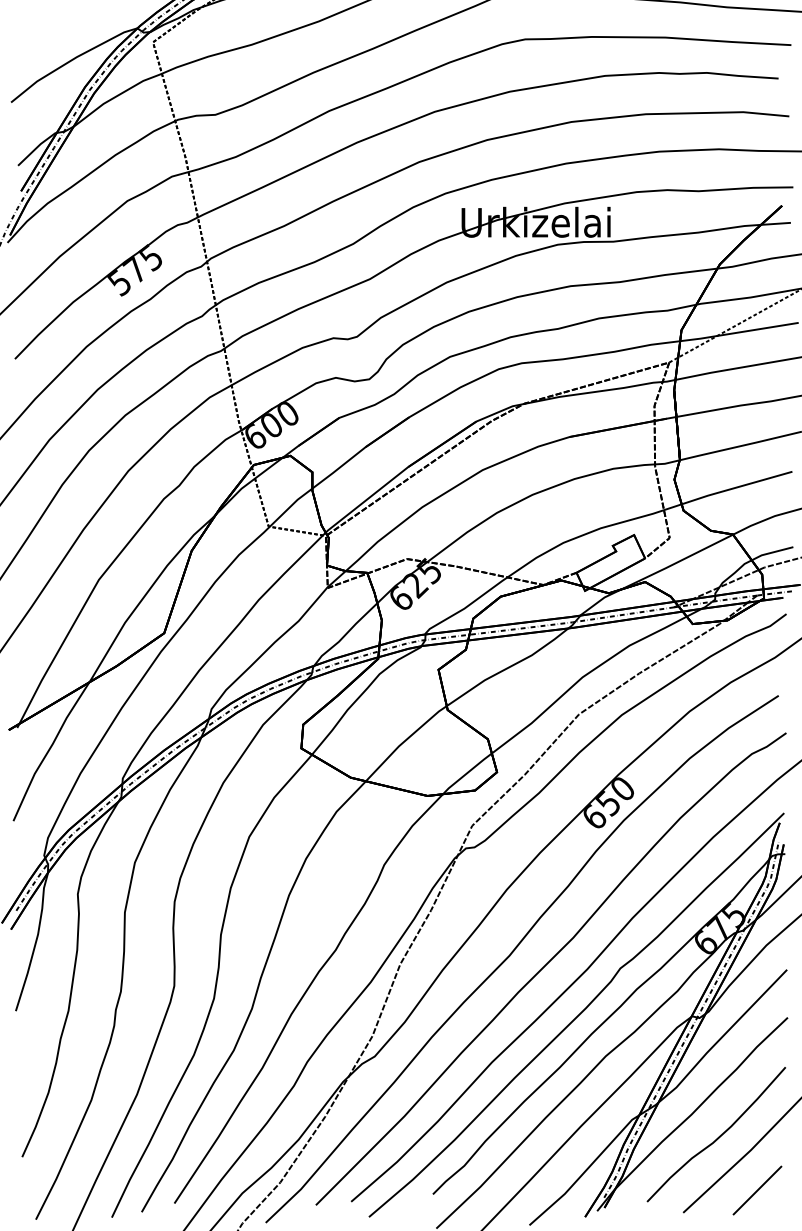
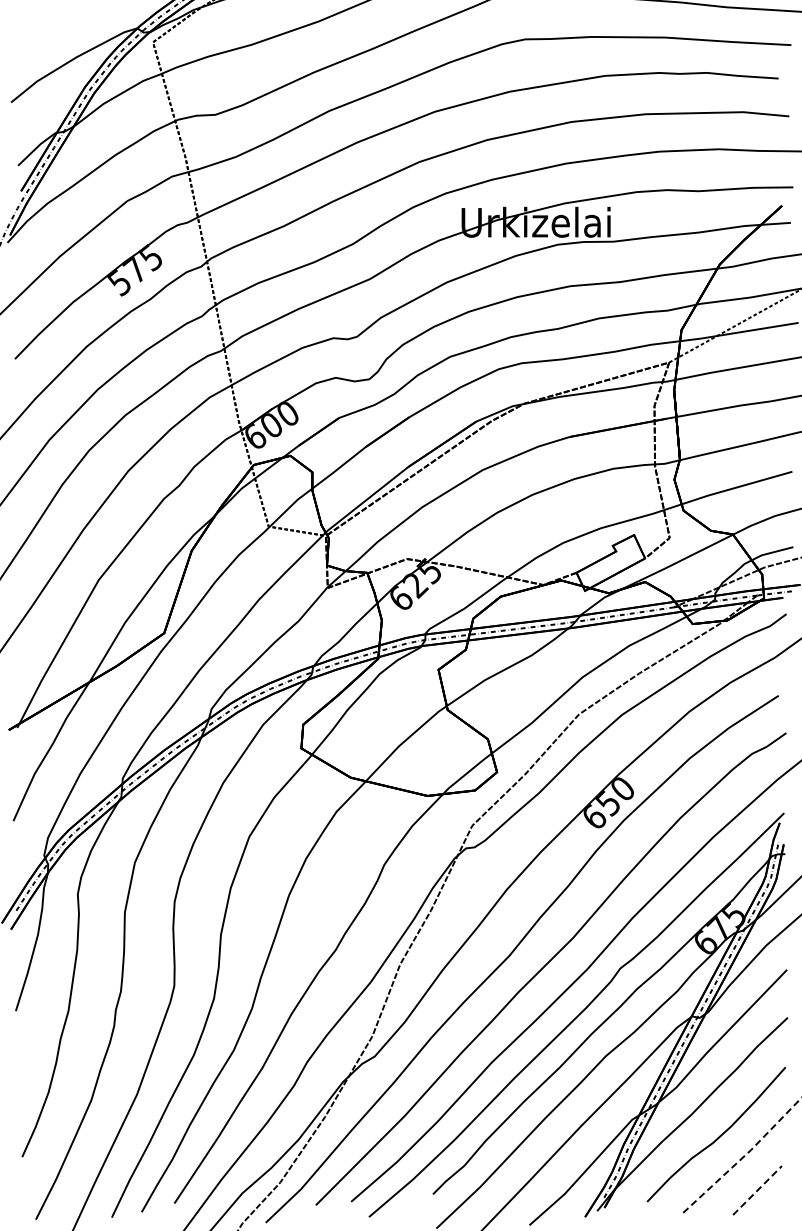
line at (744, 1156): solid -> dashed
line at (757, 1190): solid -> dashed
